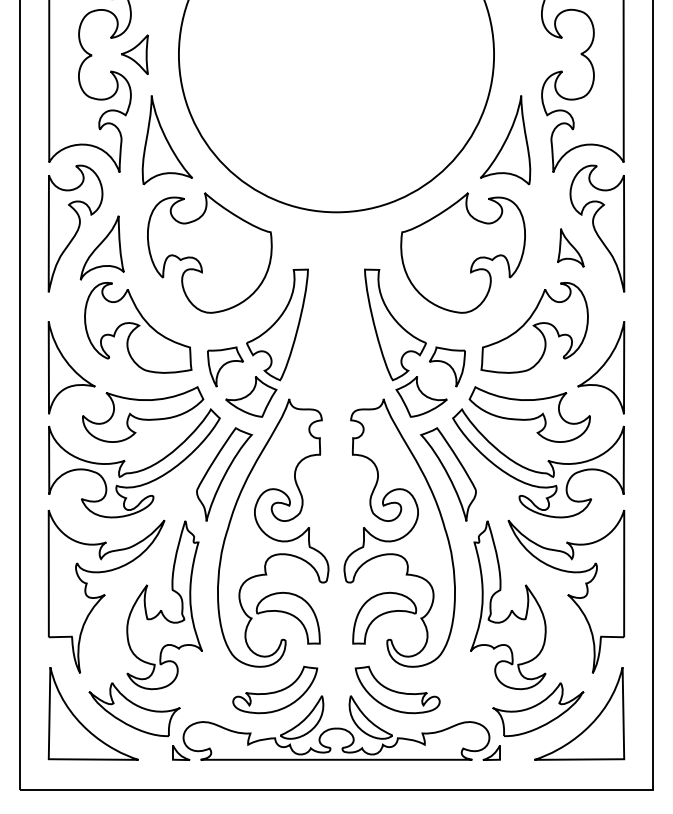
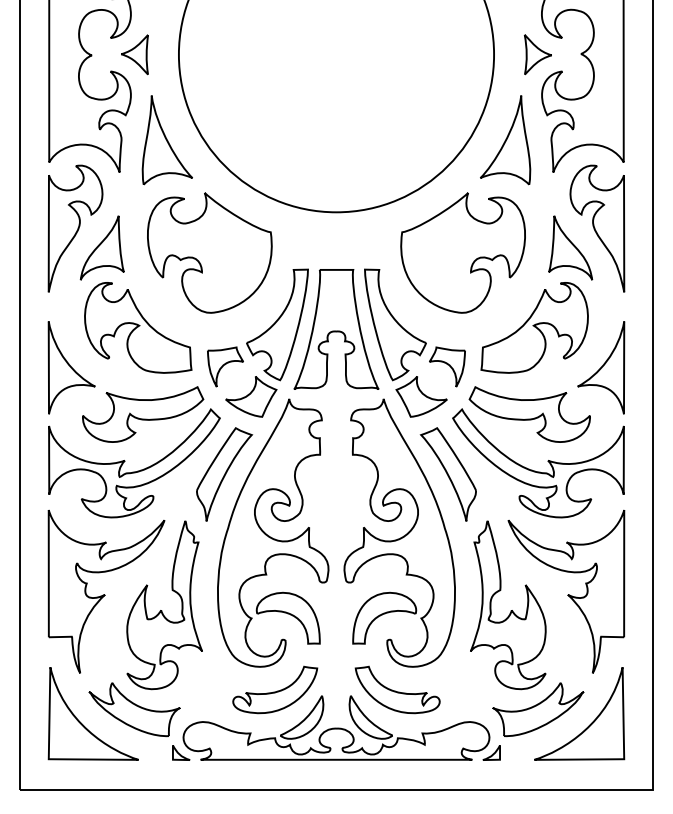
part at (537, 54): none -> present
part at (570, 247) size: 28x40 px -> 46x66 px
part at (336, 329): none -> present
